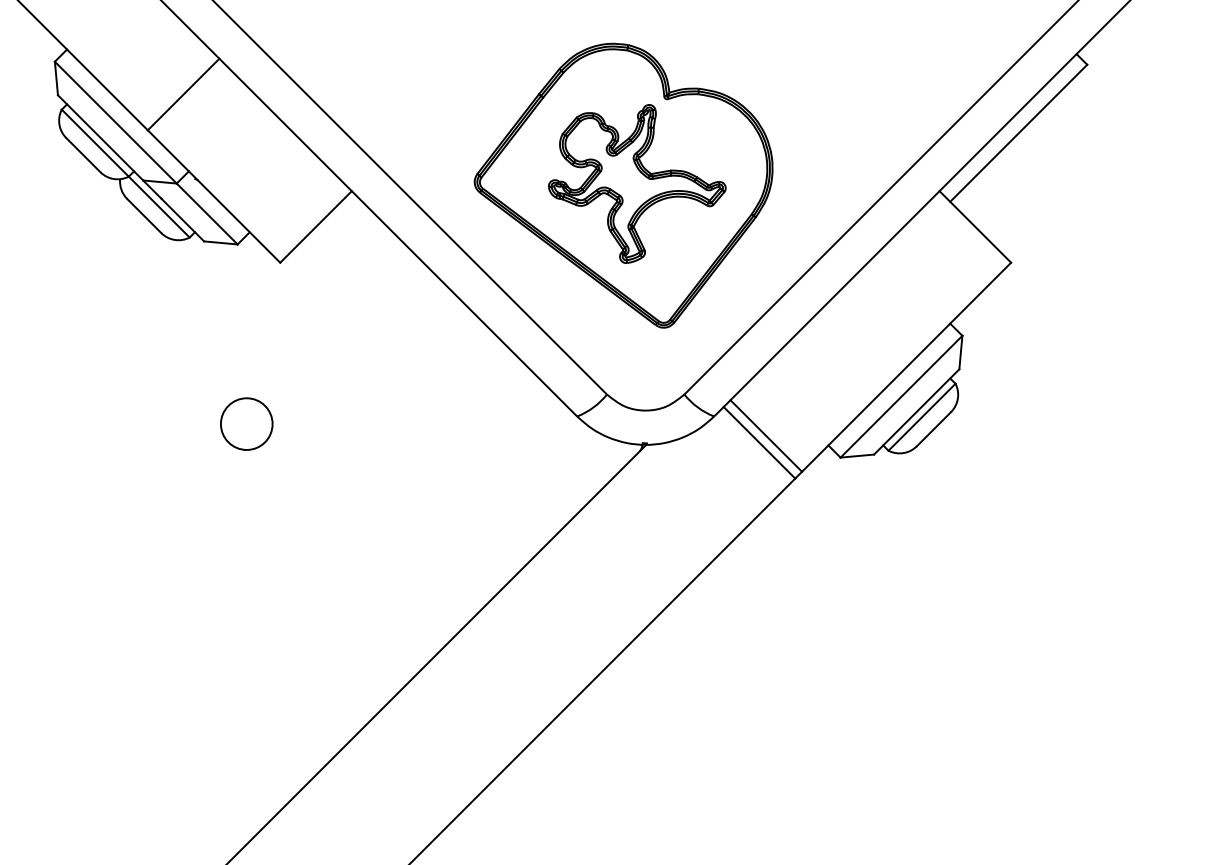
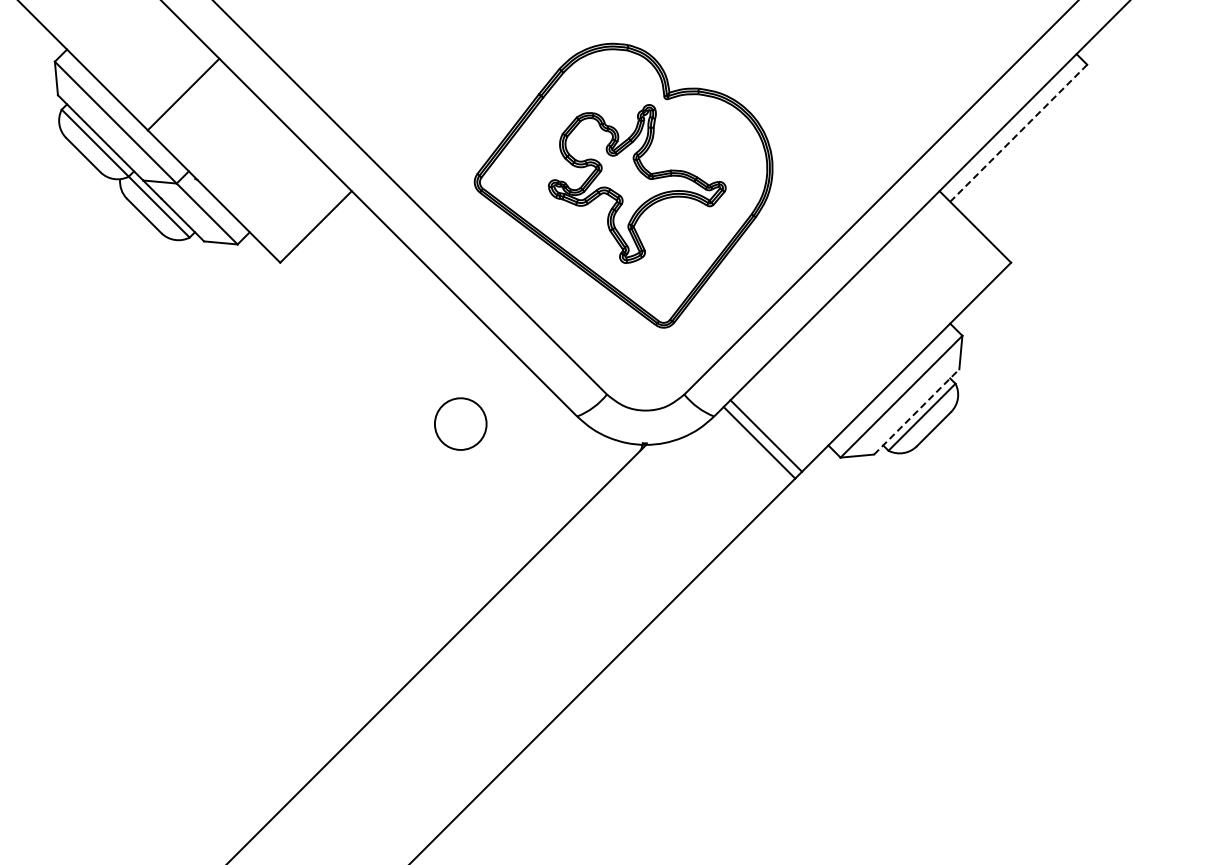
line at (1018, 133): solid -> dashed
line at (917, 411): solid -> dashed
circle at (246, 423) position: (246, 423) -> (460, 423)
